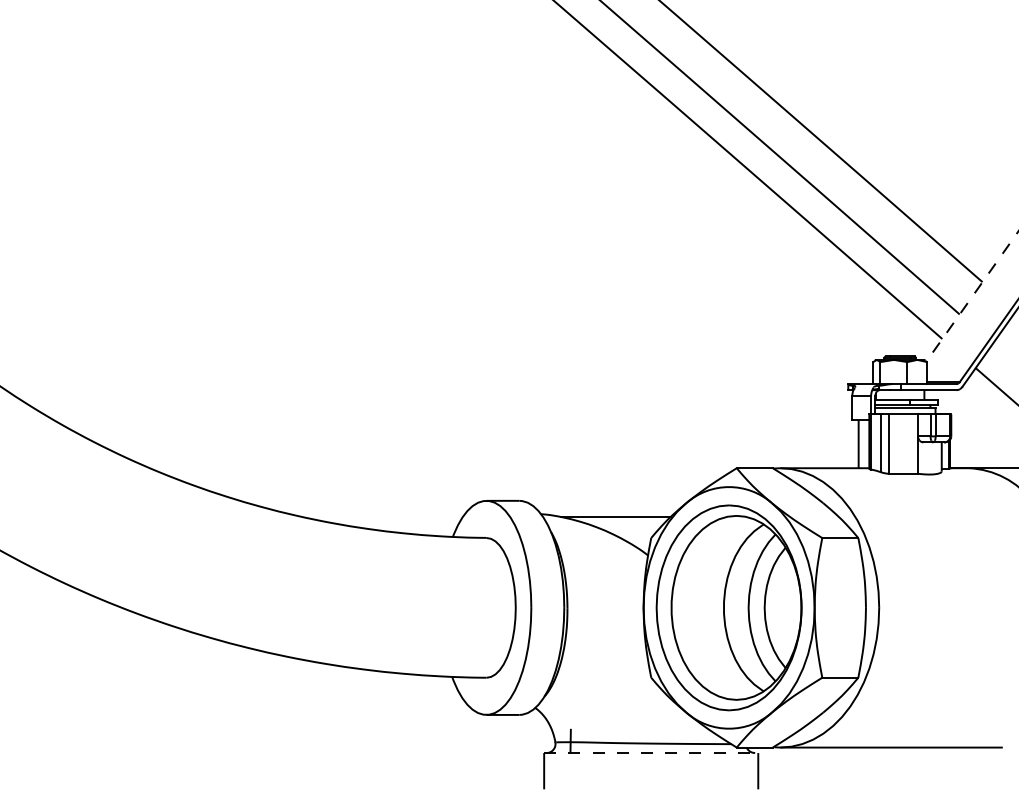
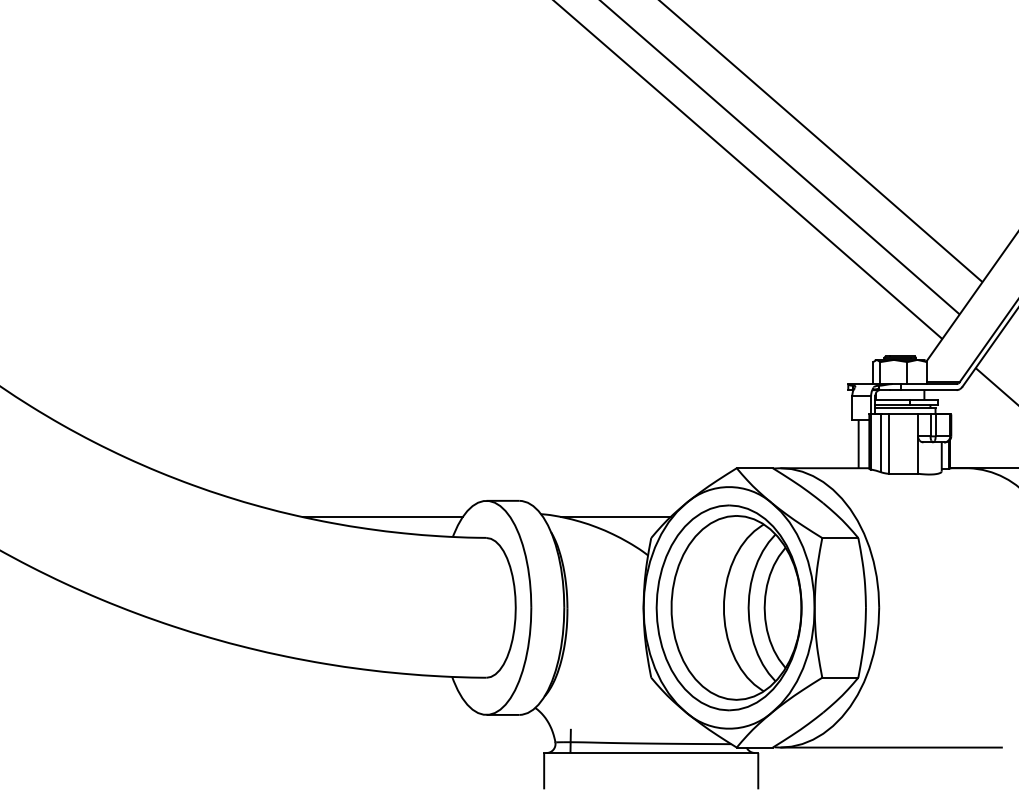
line at (972, 296): dashed -> solid
line at (382, 516): none -> present
line at (651, 753): dashed -> solid
